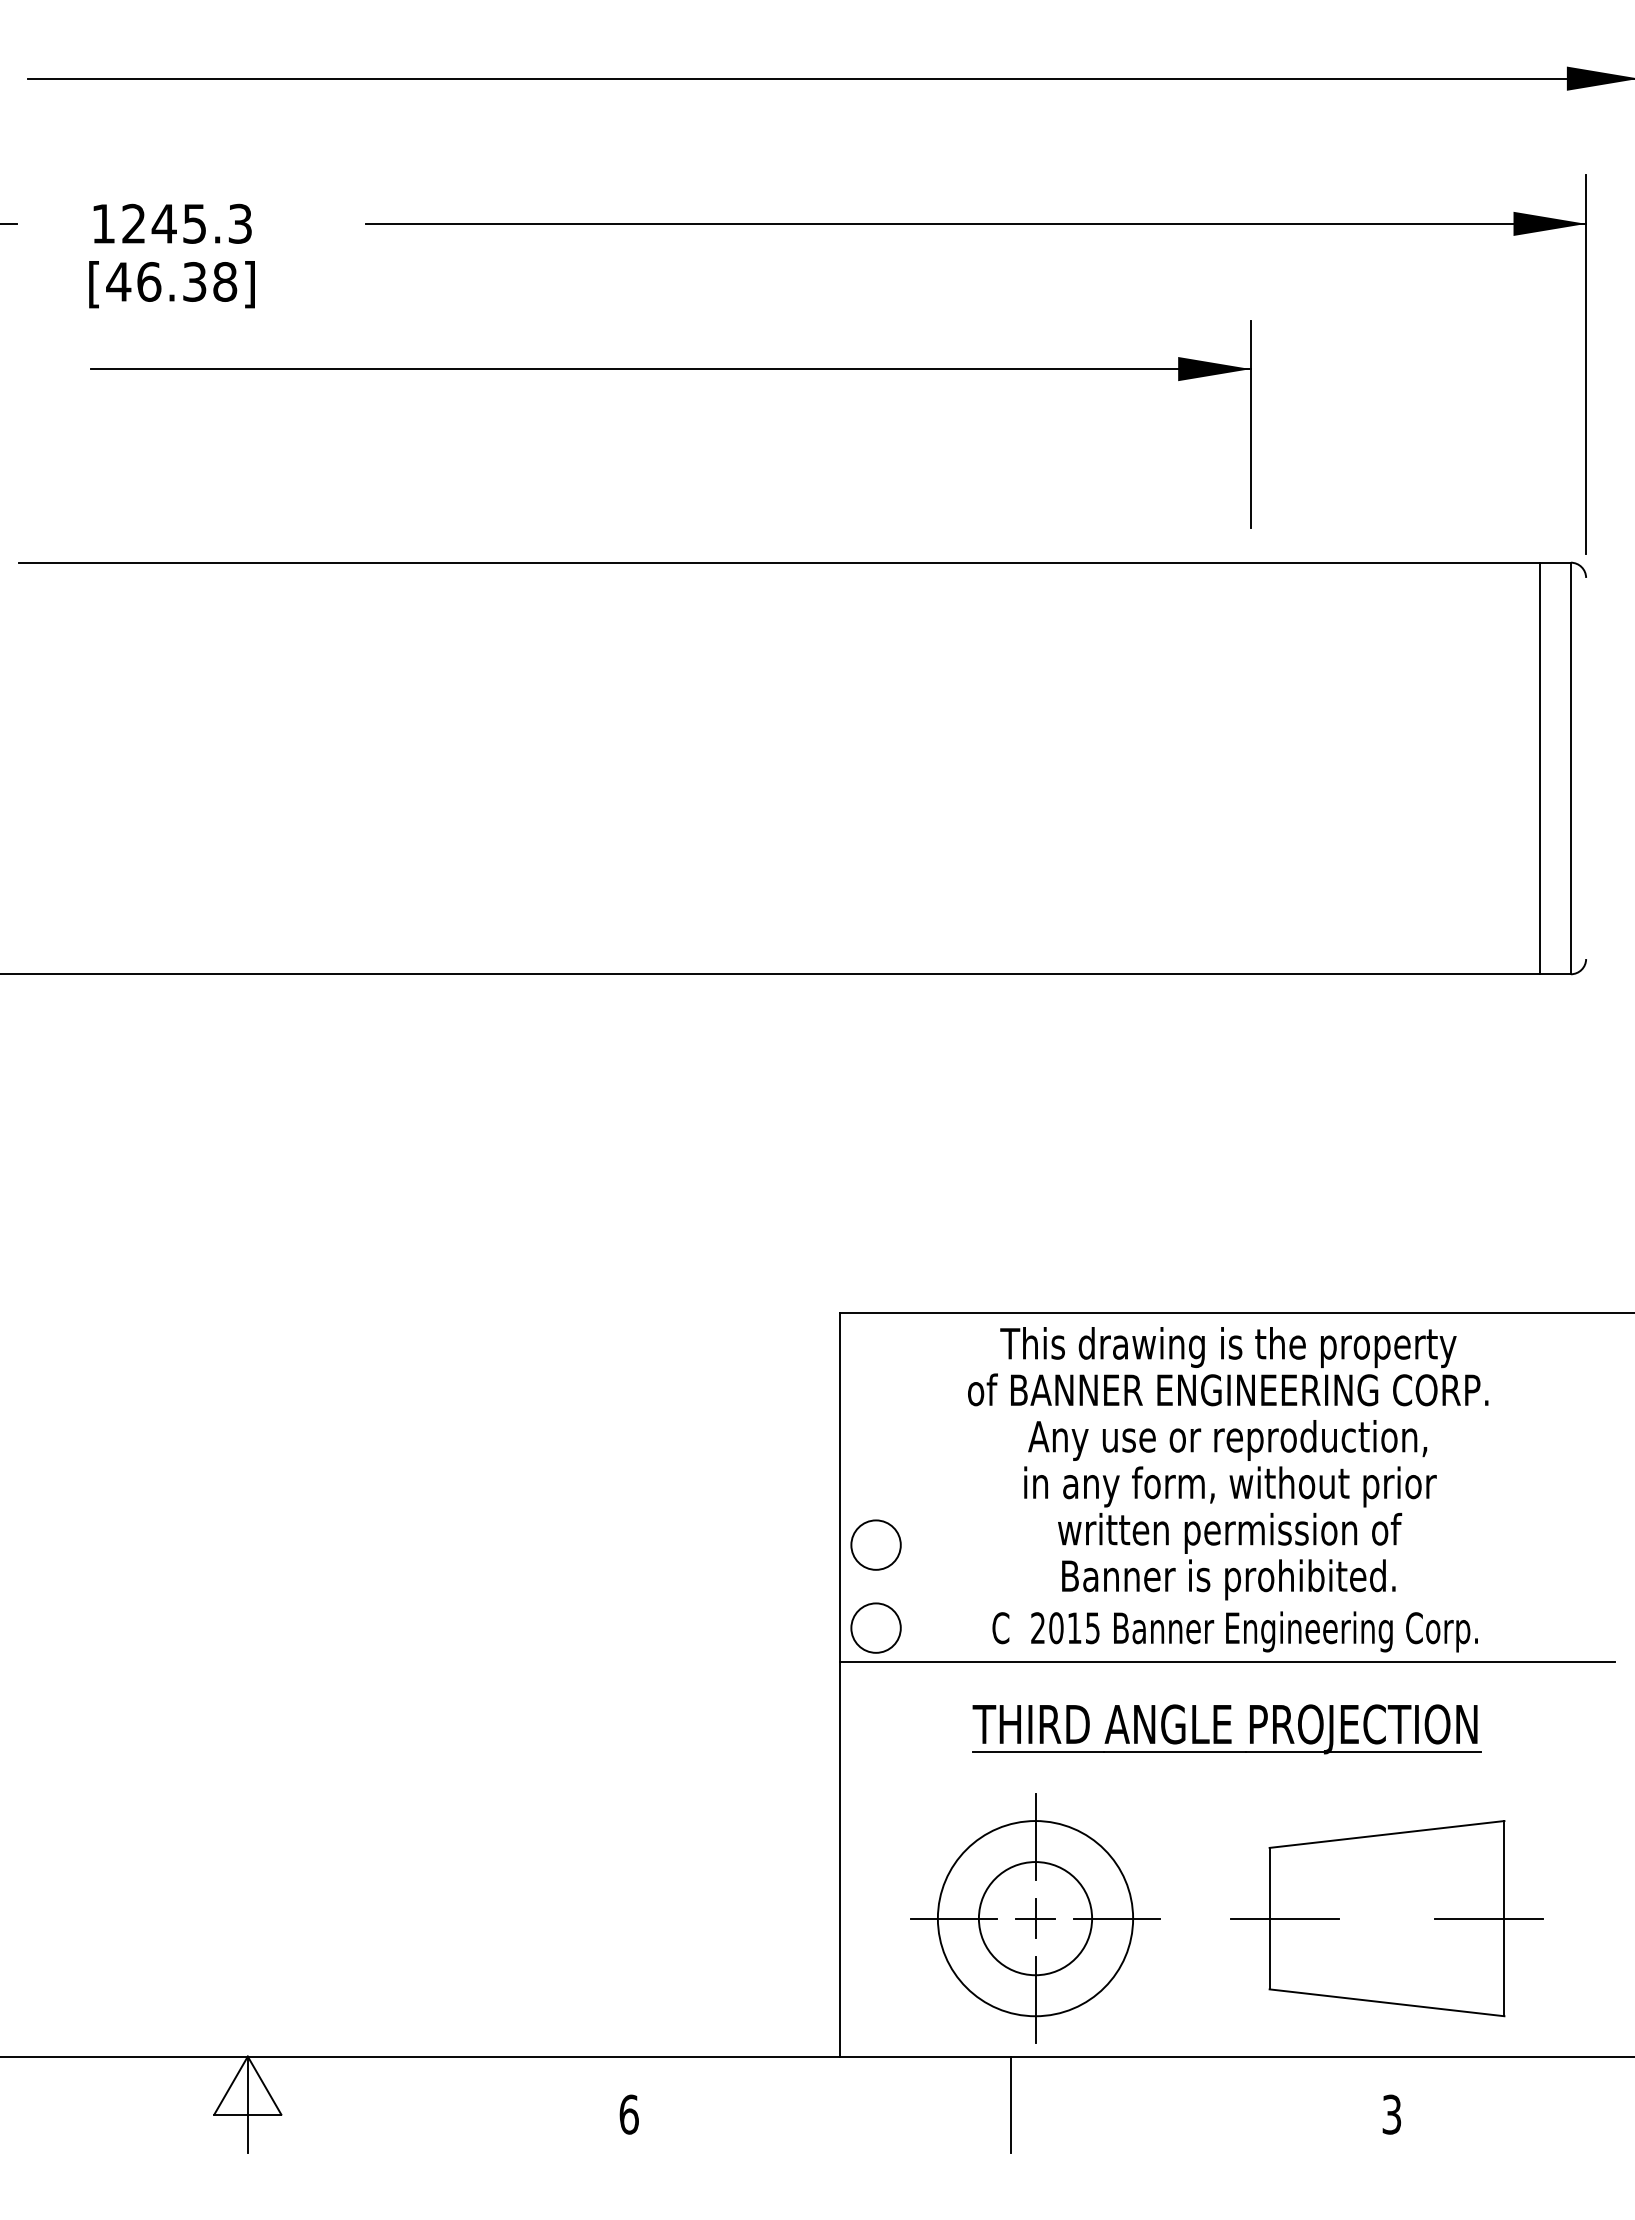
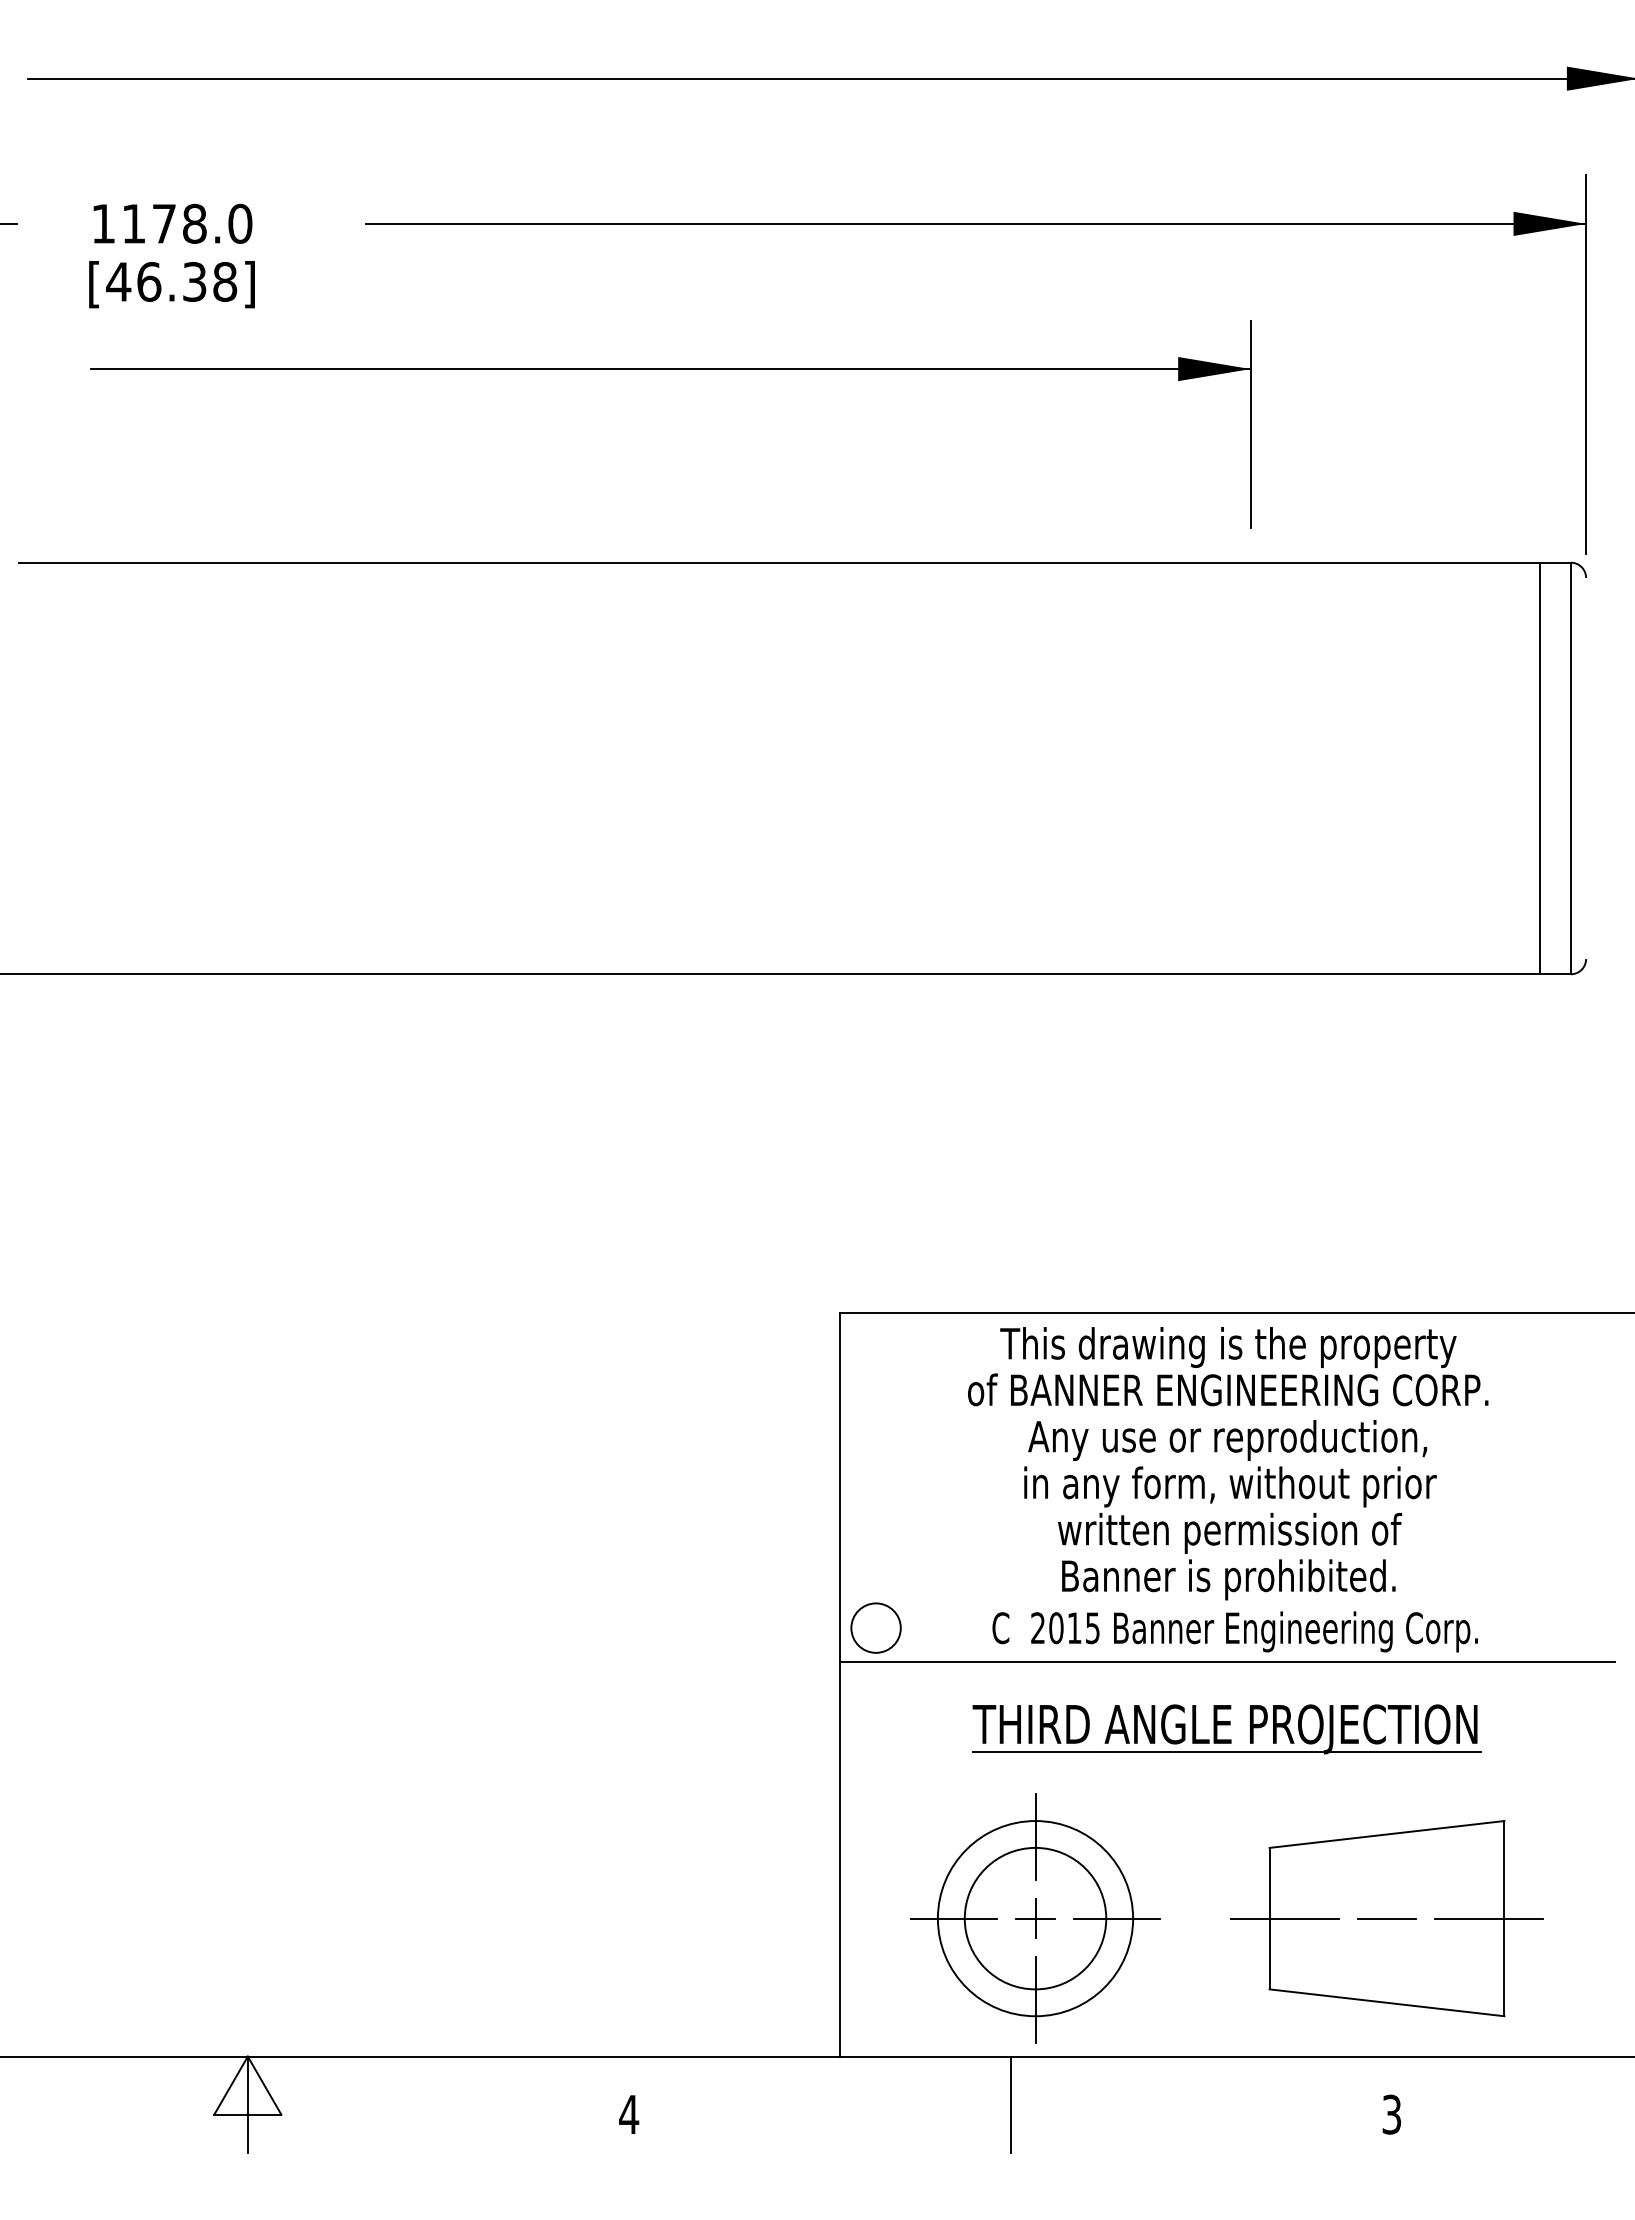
text at (187, 223): 1245.3 -> 1178.0
circle at (875, 1544): present -> none
circle at (1035, 1918) diameter: 113 px -> 141 px
line at (1386, 1918): none -> present
text at (629, 2114): 6 -> 4
